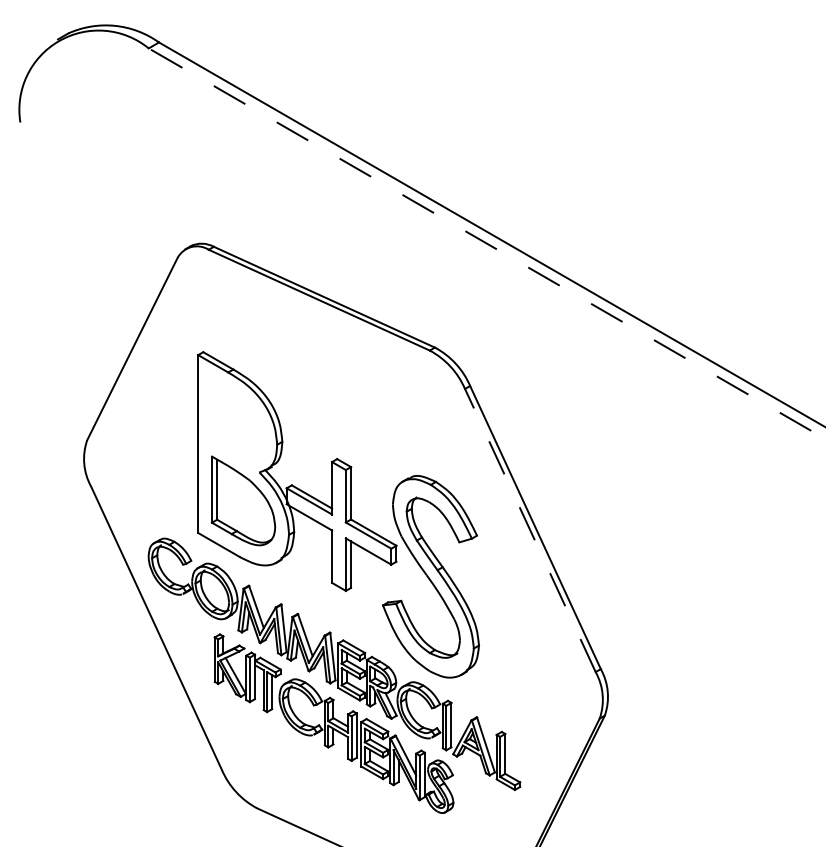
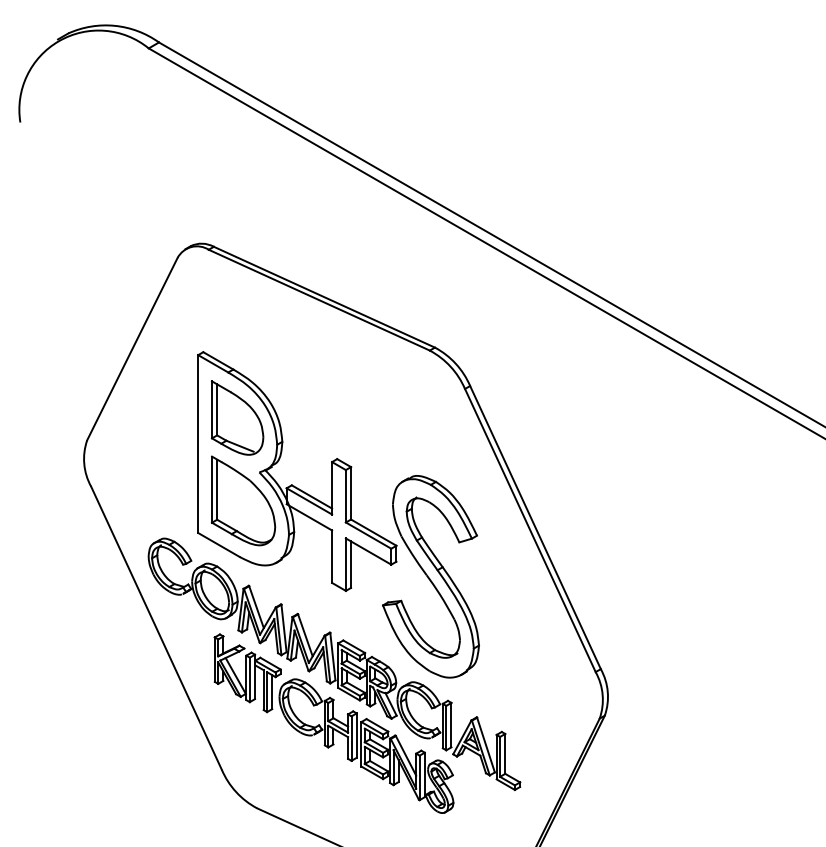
line at (487, 243): dashed -> solid
part at (237, 417): none -> present
line at (530, 530): dashed -> solid
